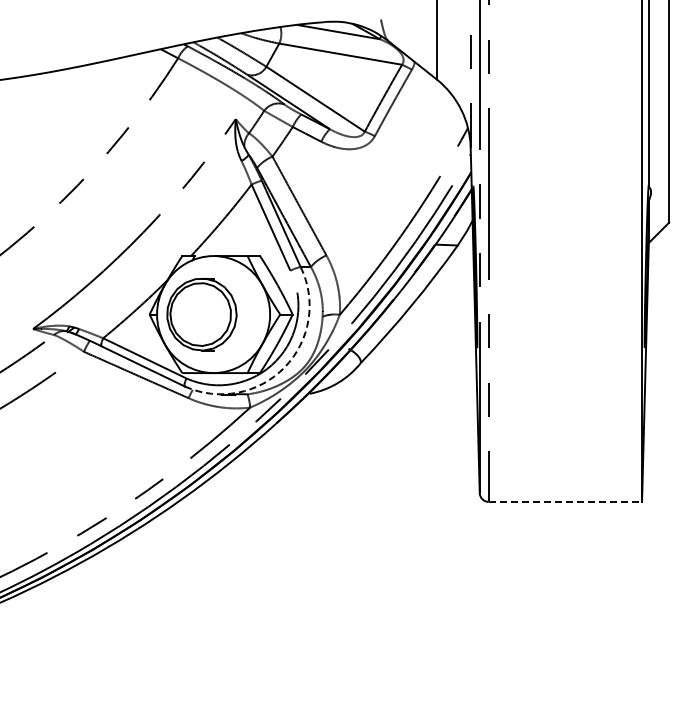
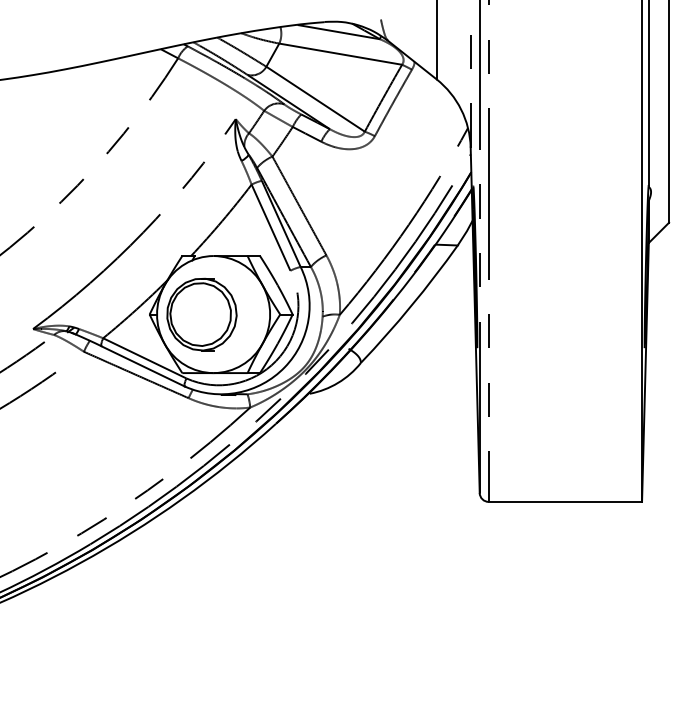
arc at (284, 367): dashed -> solid
line at (565, 501): dashed -> solid
